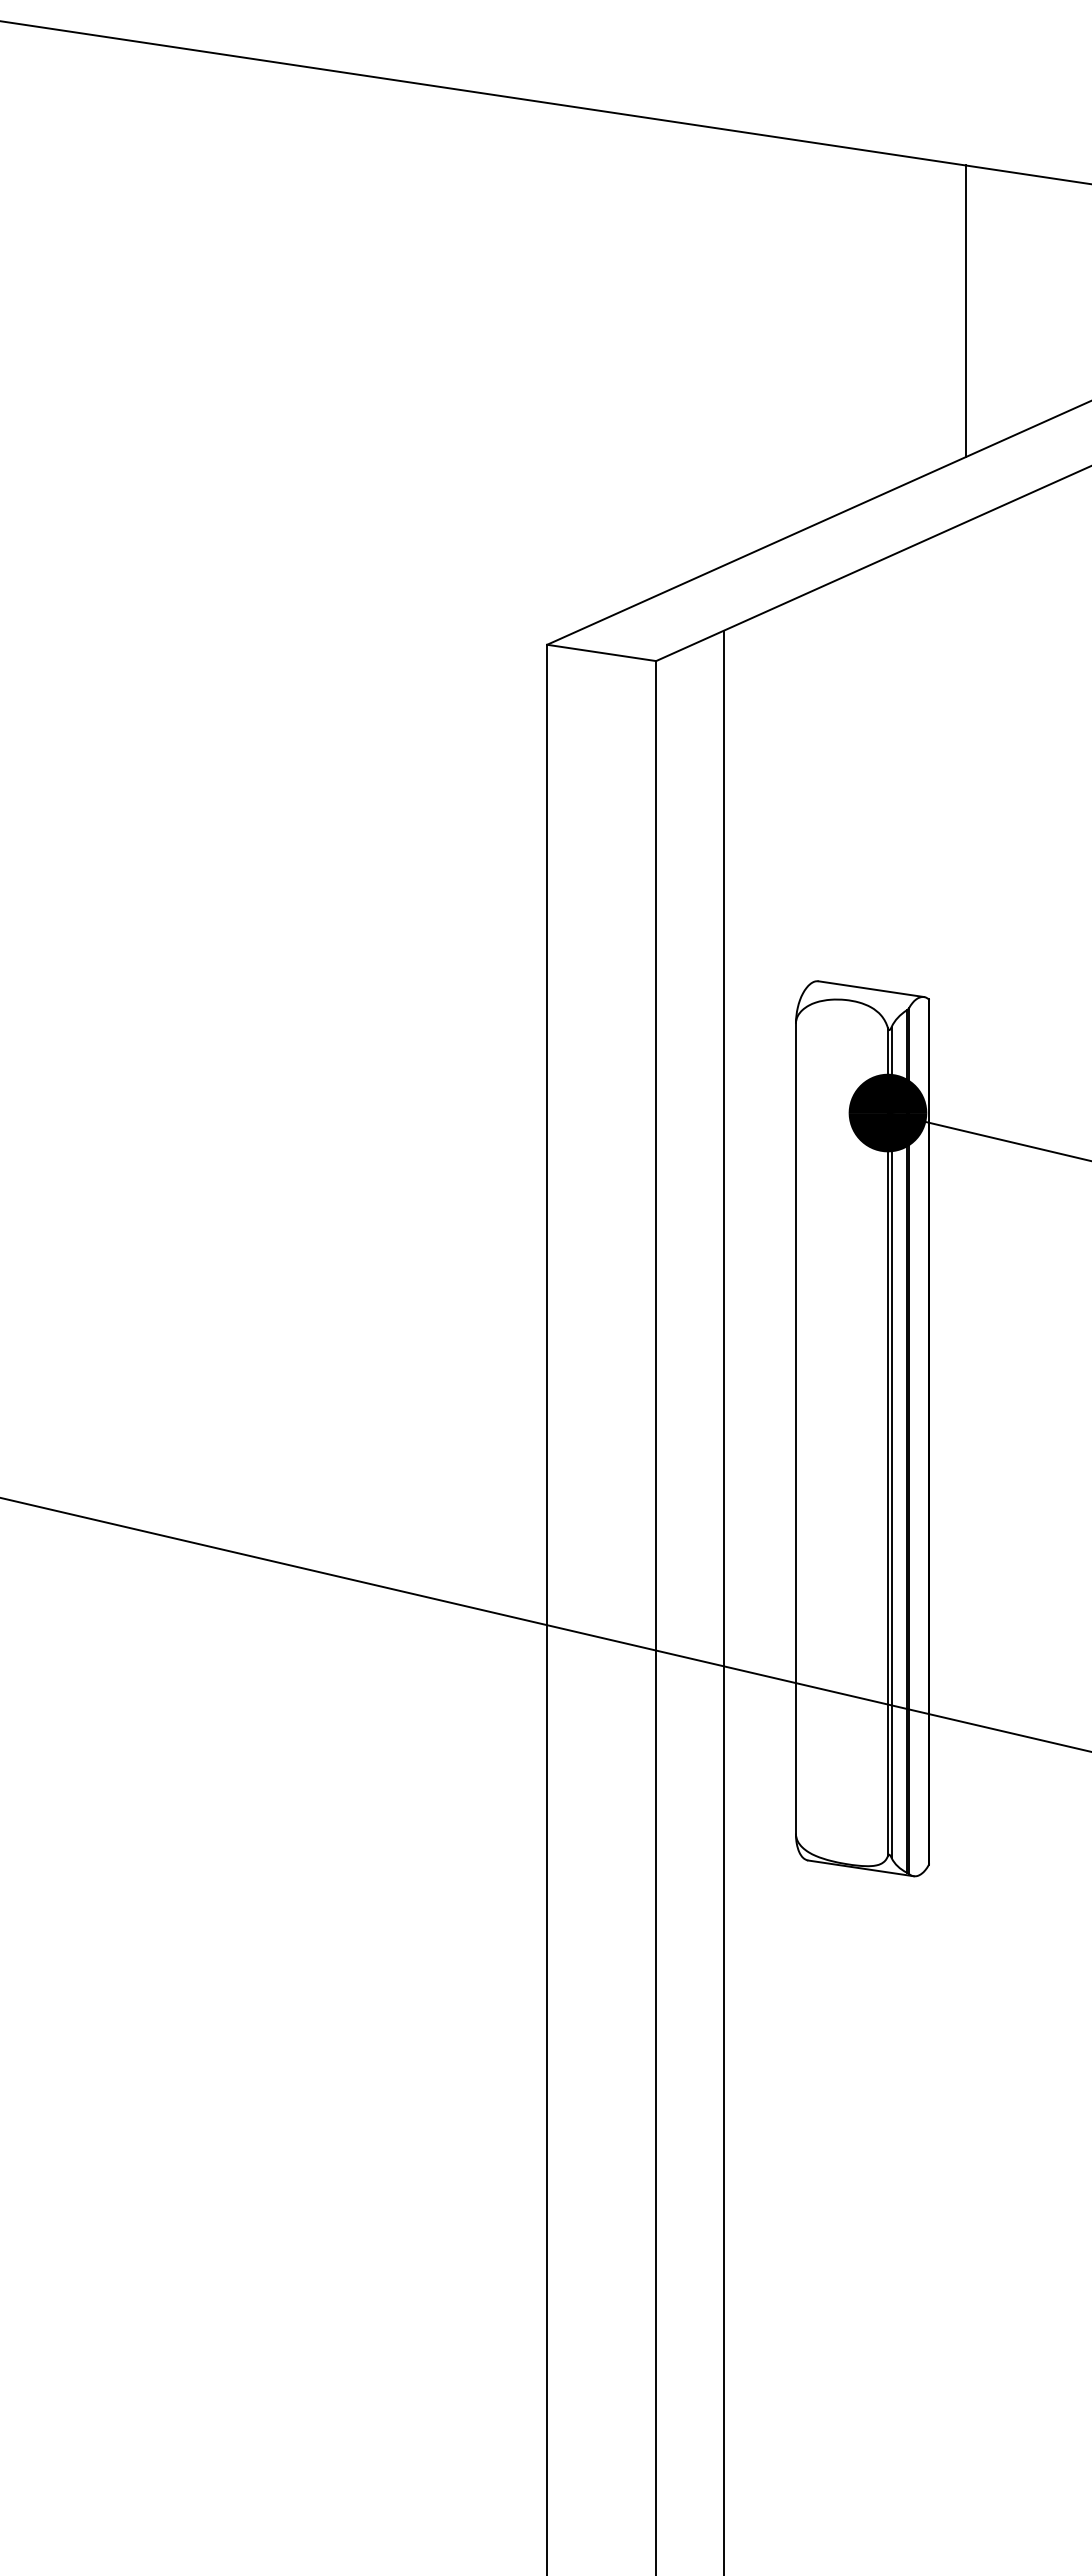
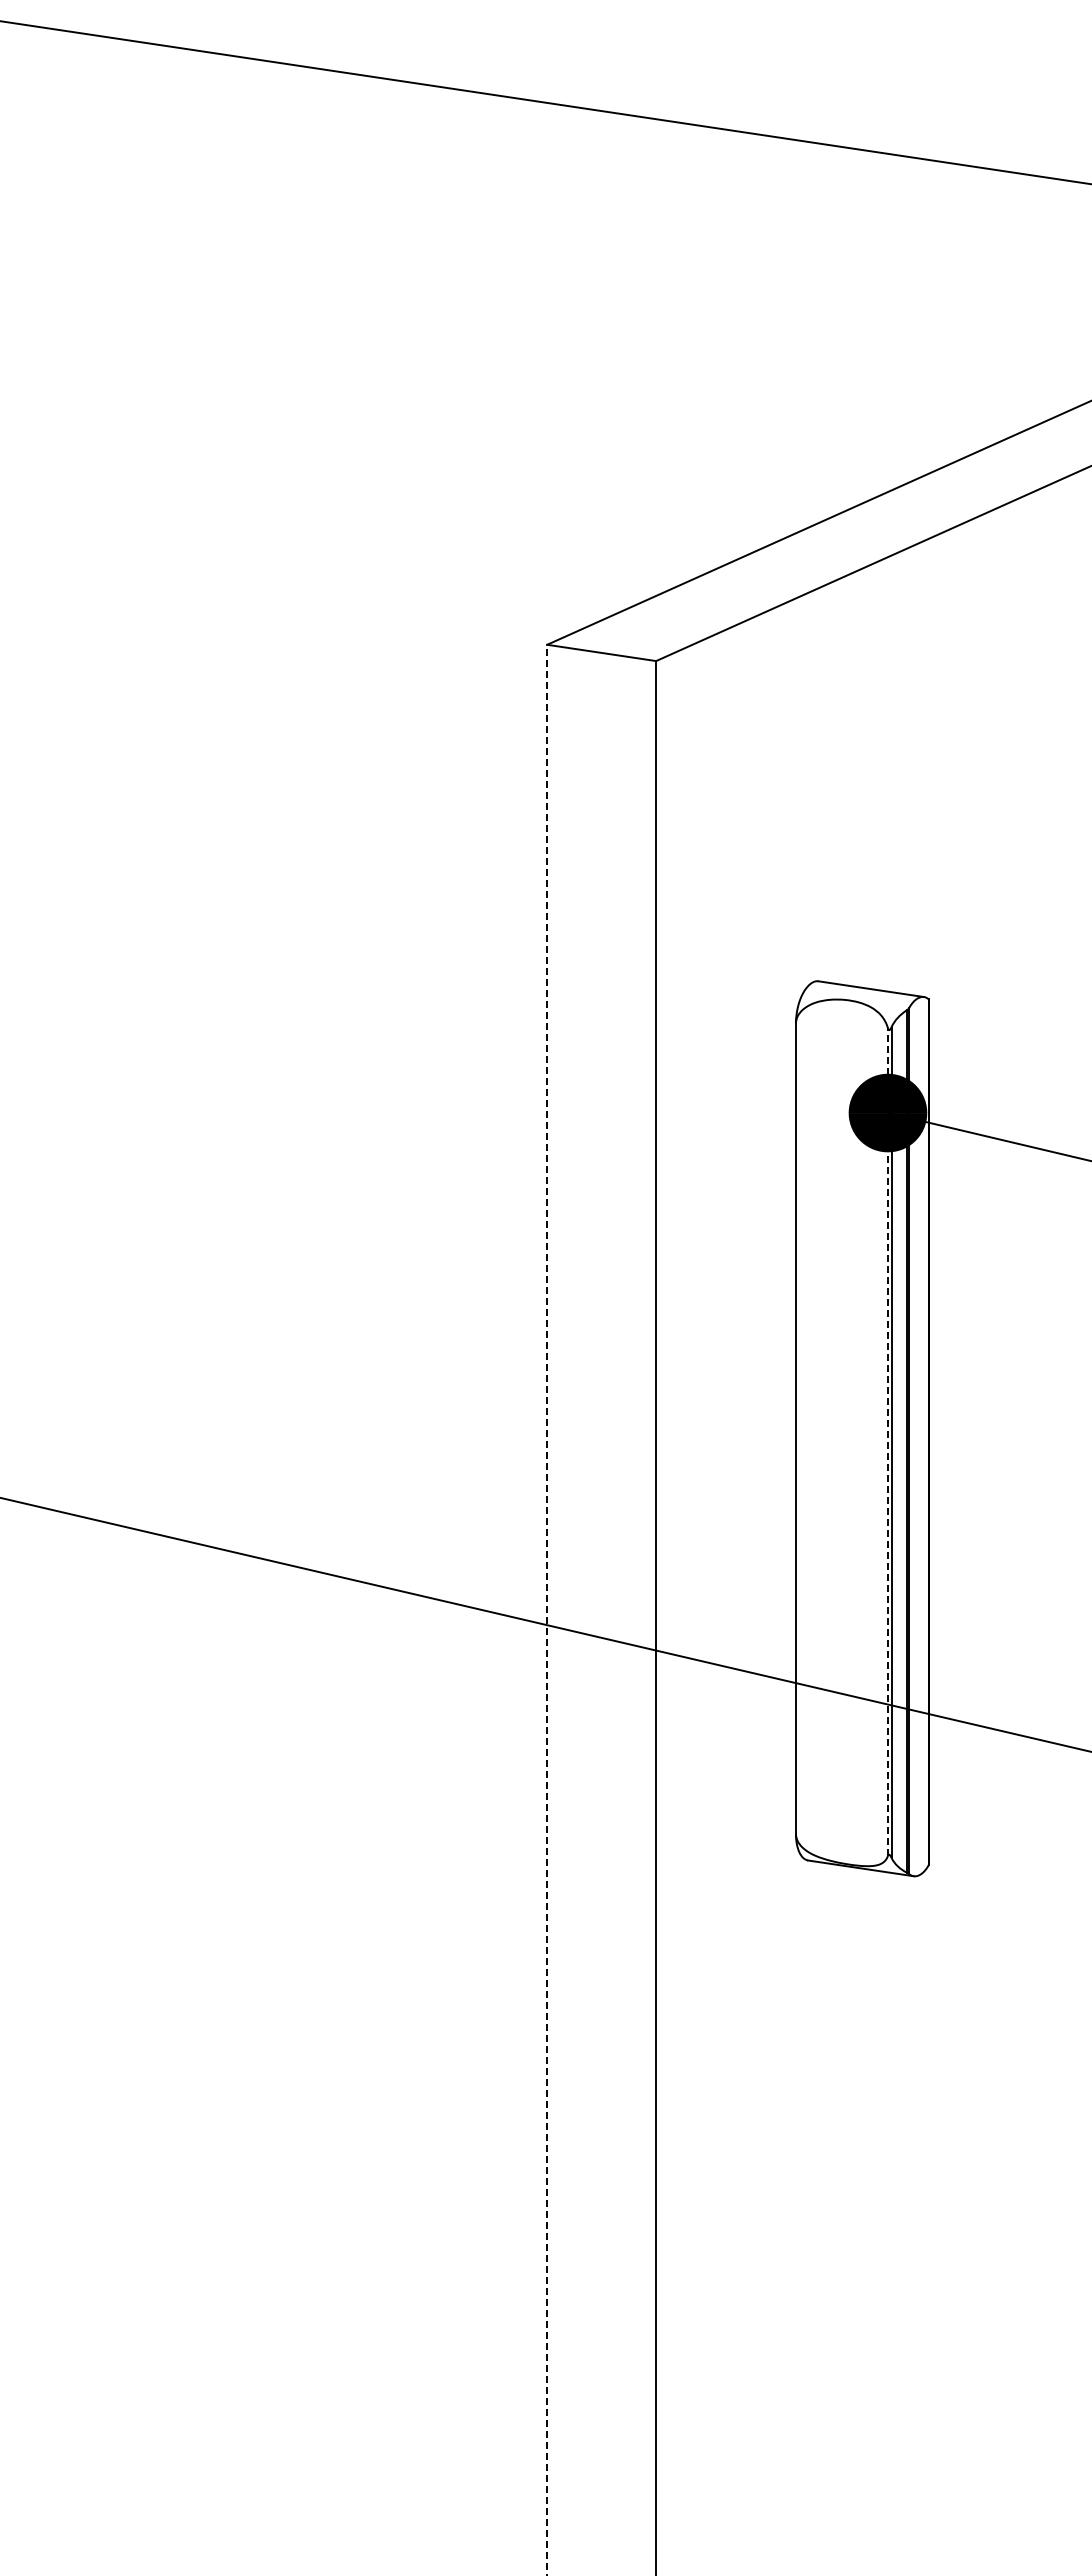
line at (965, 311): present -> none
line at (887, 1442): solid -> dashed
line at (723, 1601): present -> none
line at (547, 1609): solid -> dashed
